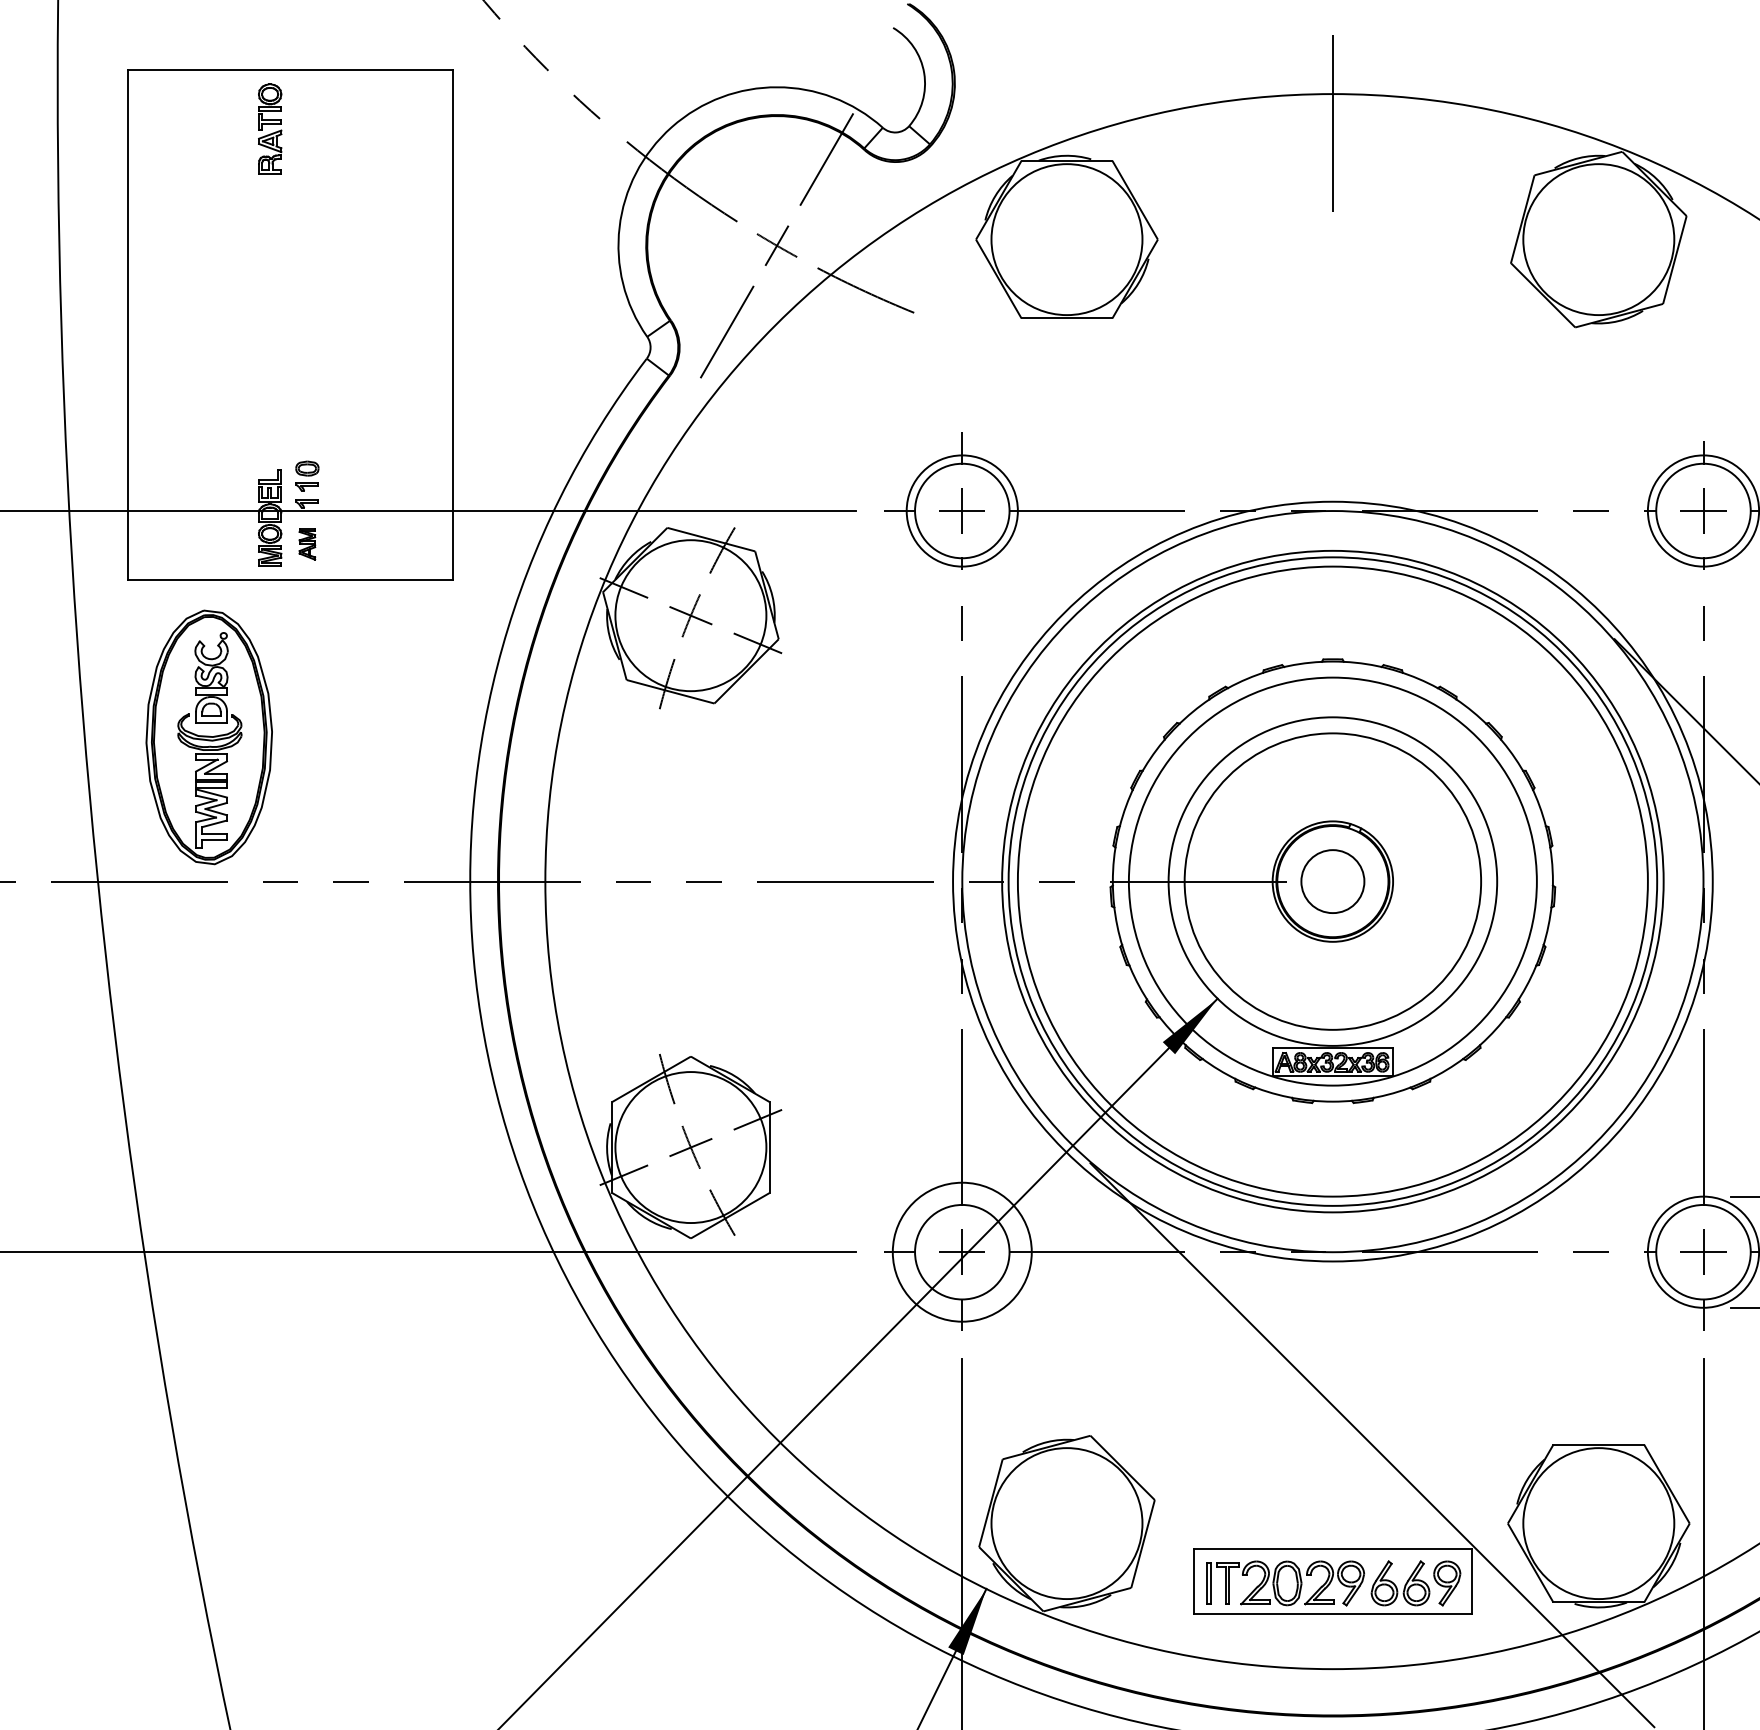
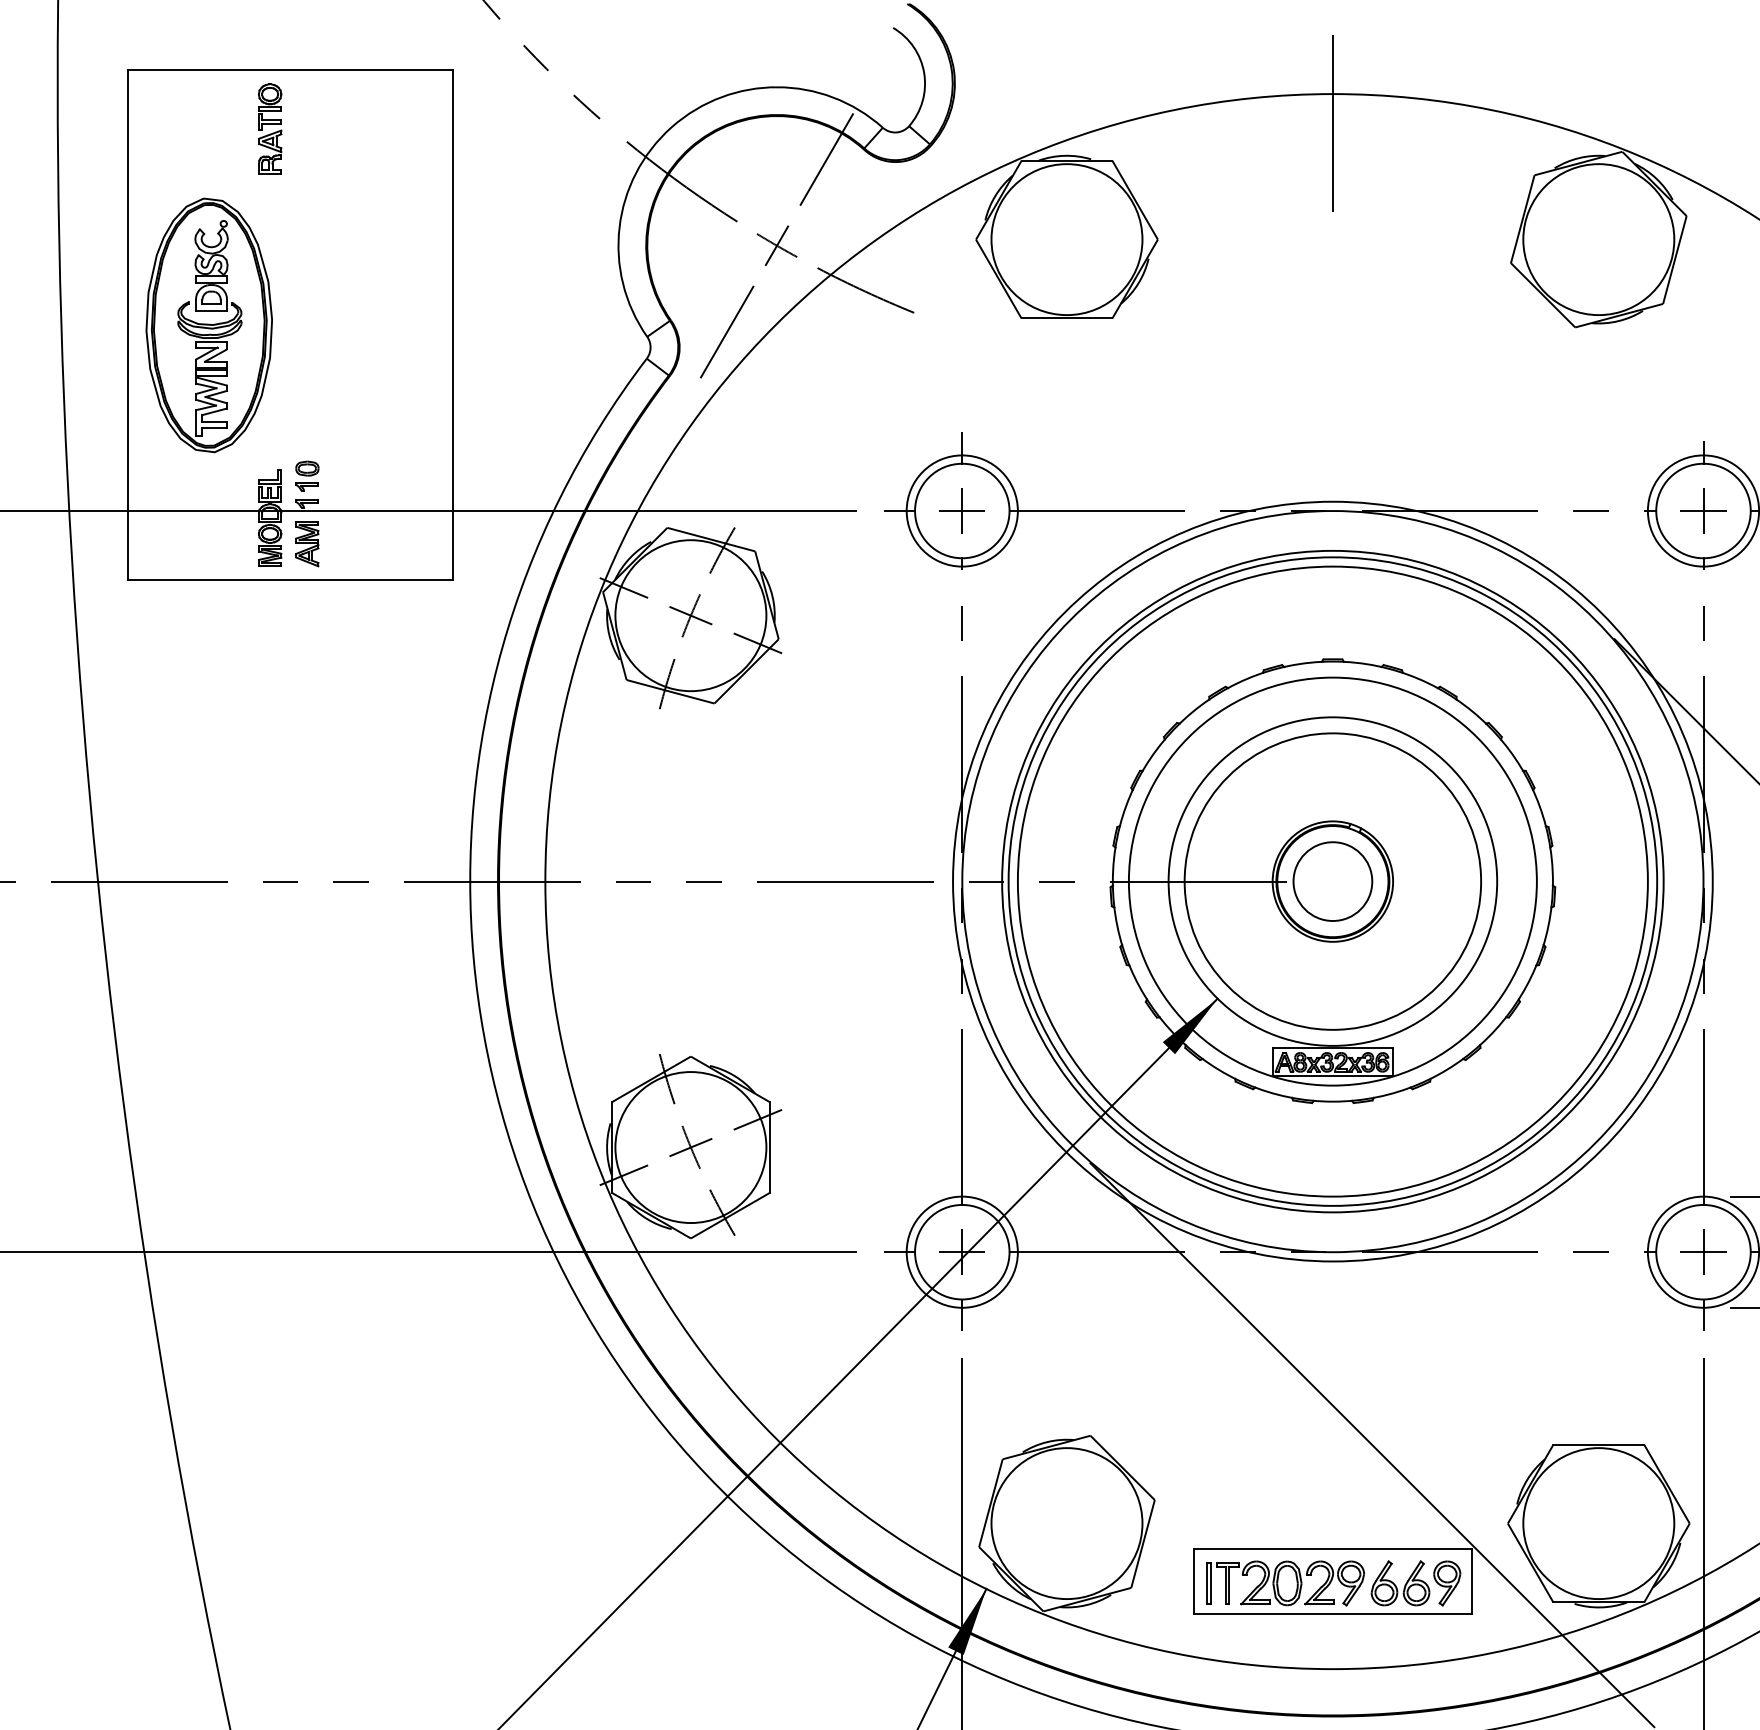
part at (307, 544) size: 19x33 px -> 25x47 px
part at (208, 737) position: (208, 737) -> (208, 325)
circle at (1332, 881) diameter: 63 px -> 79 px
circle at (961, 1251) diameter: 139 px -> 111 px
